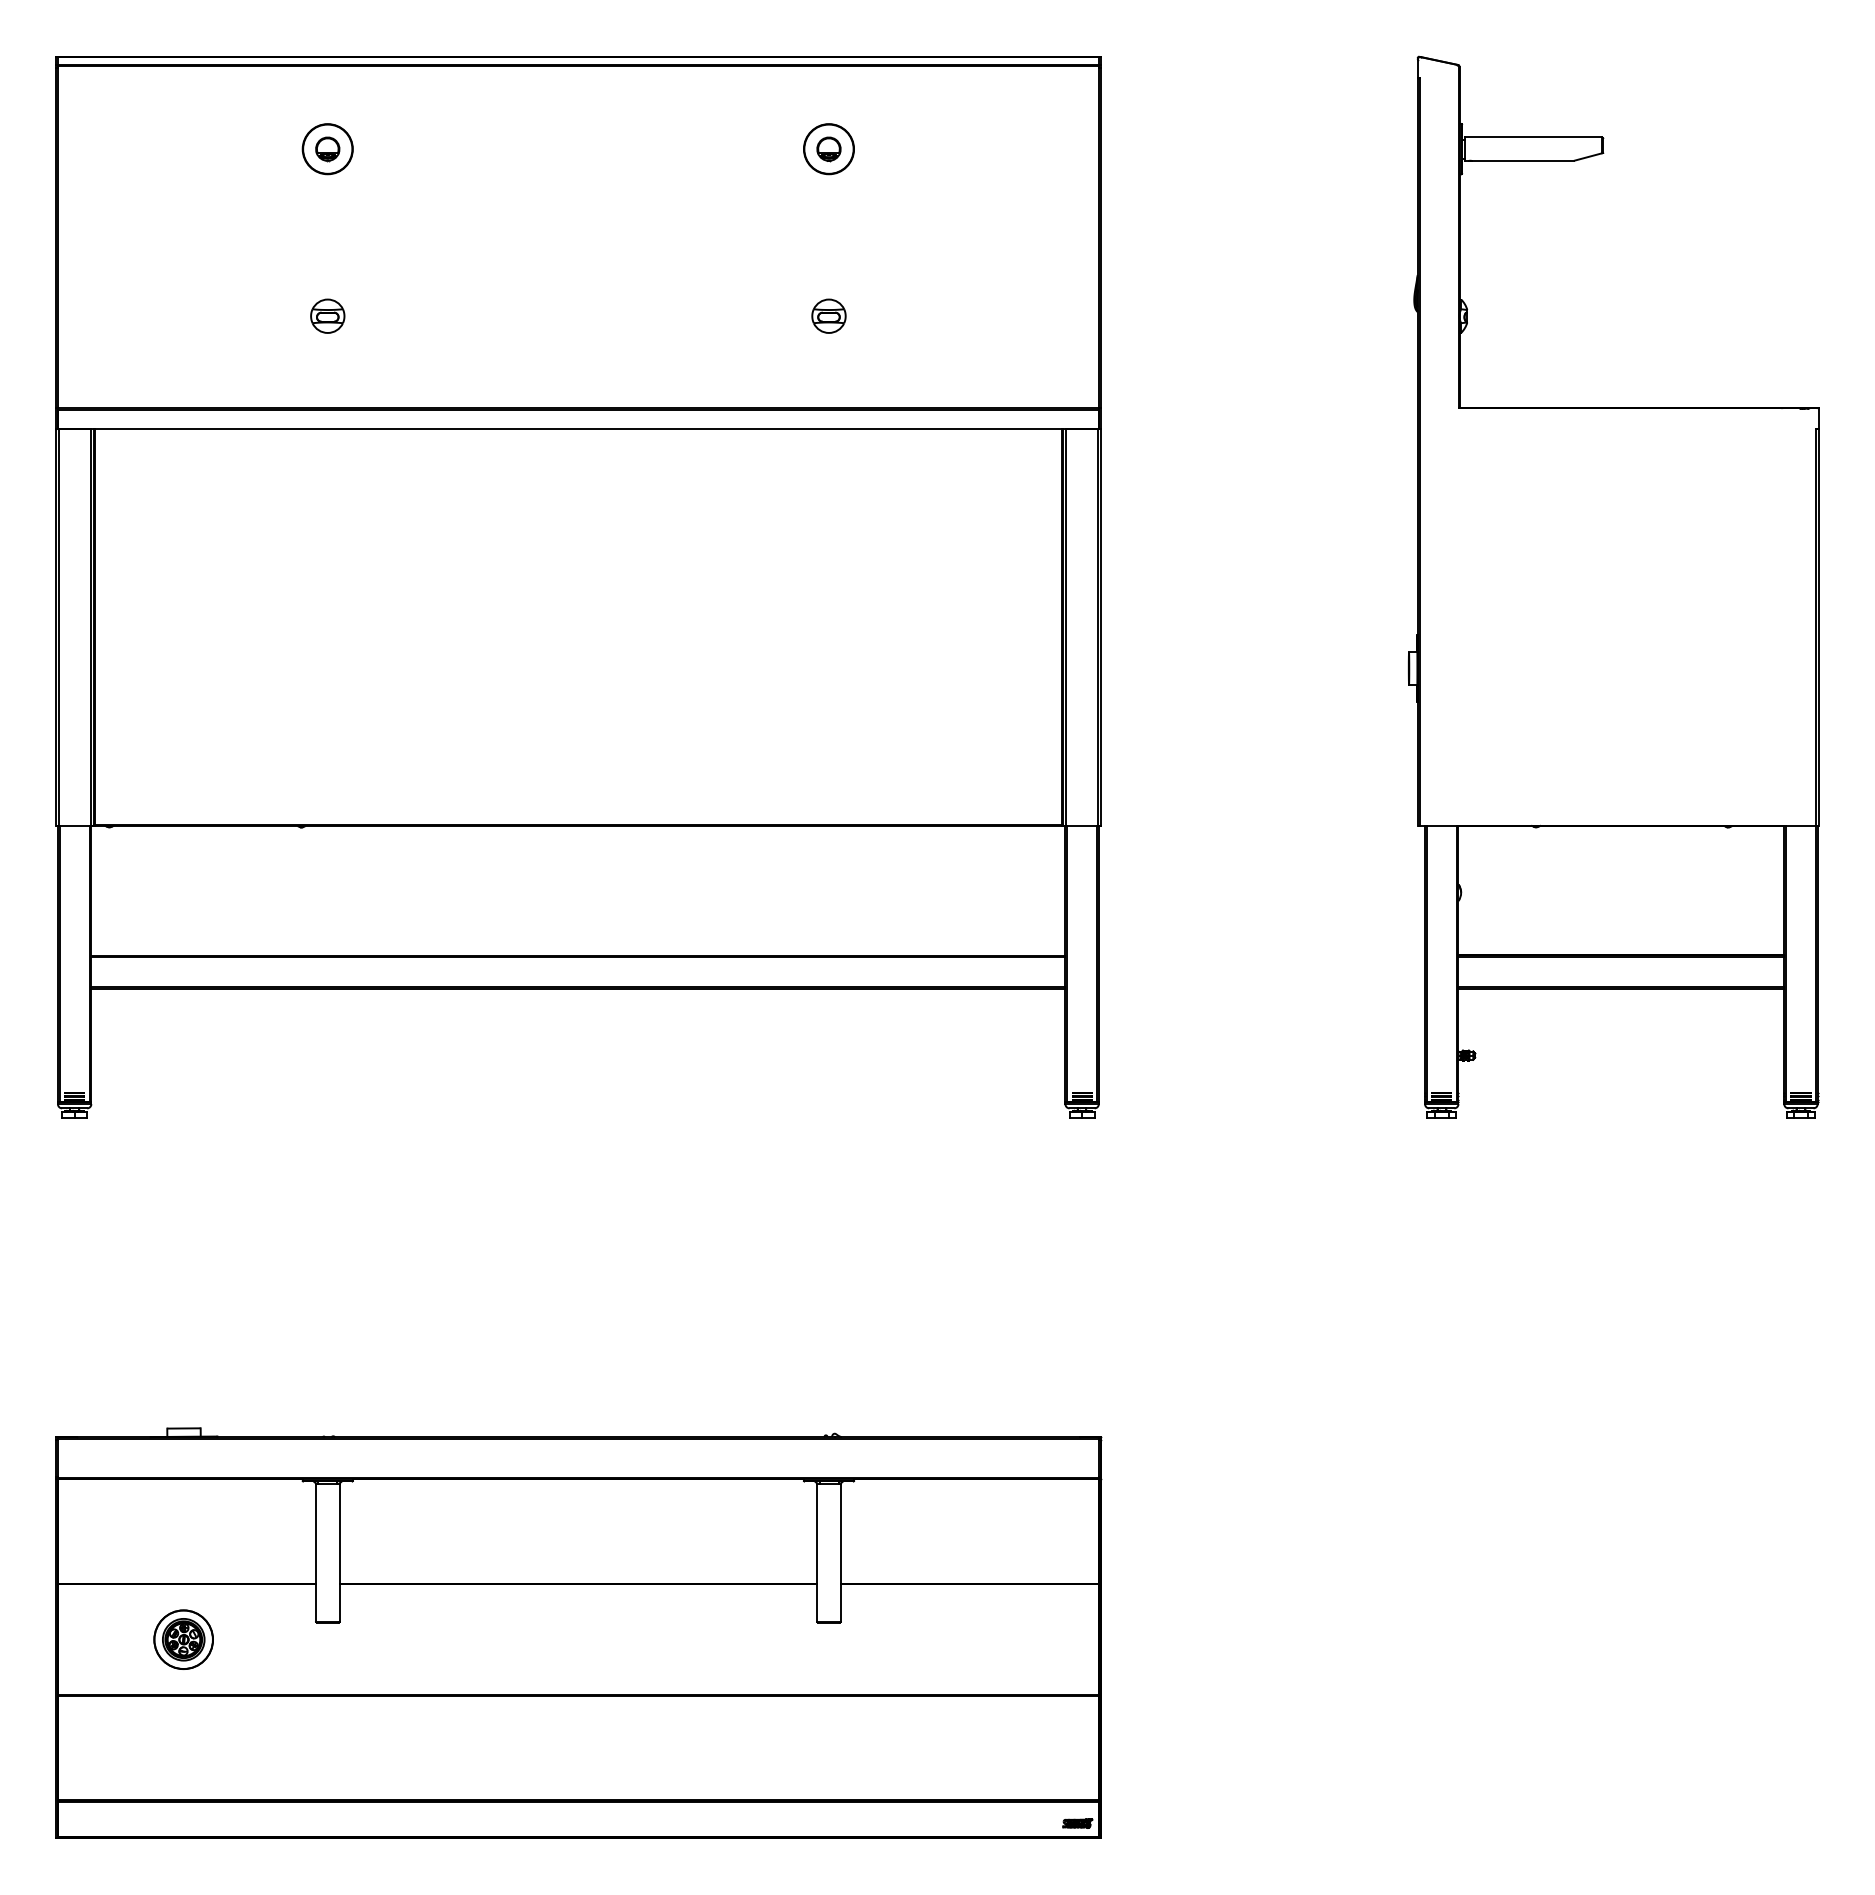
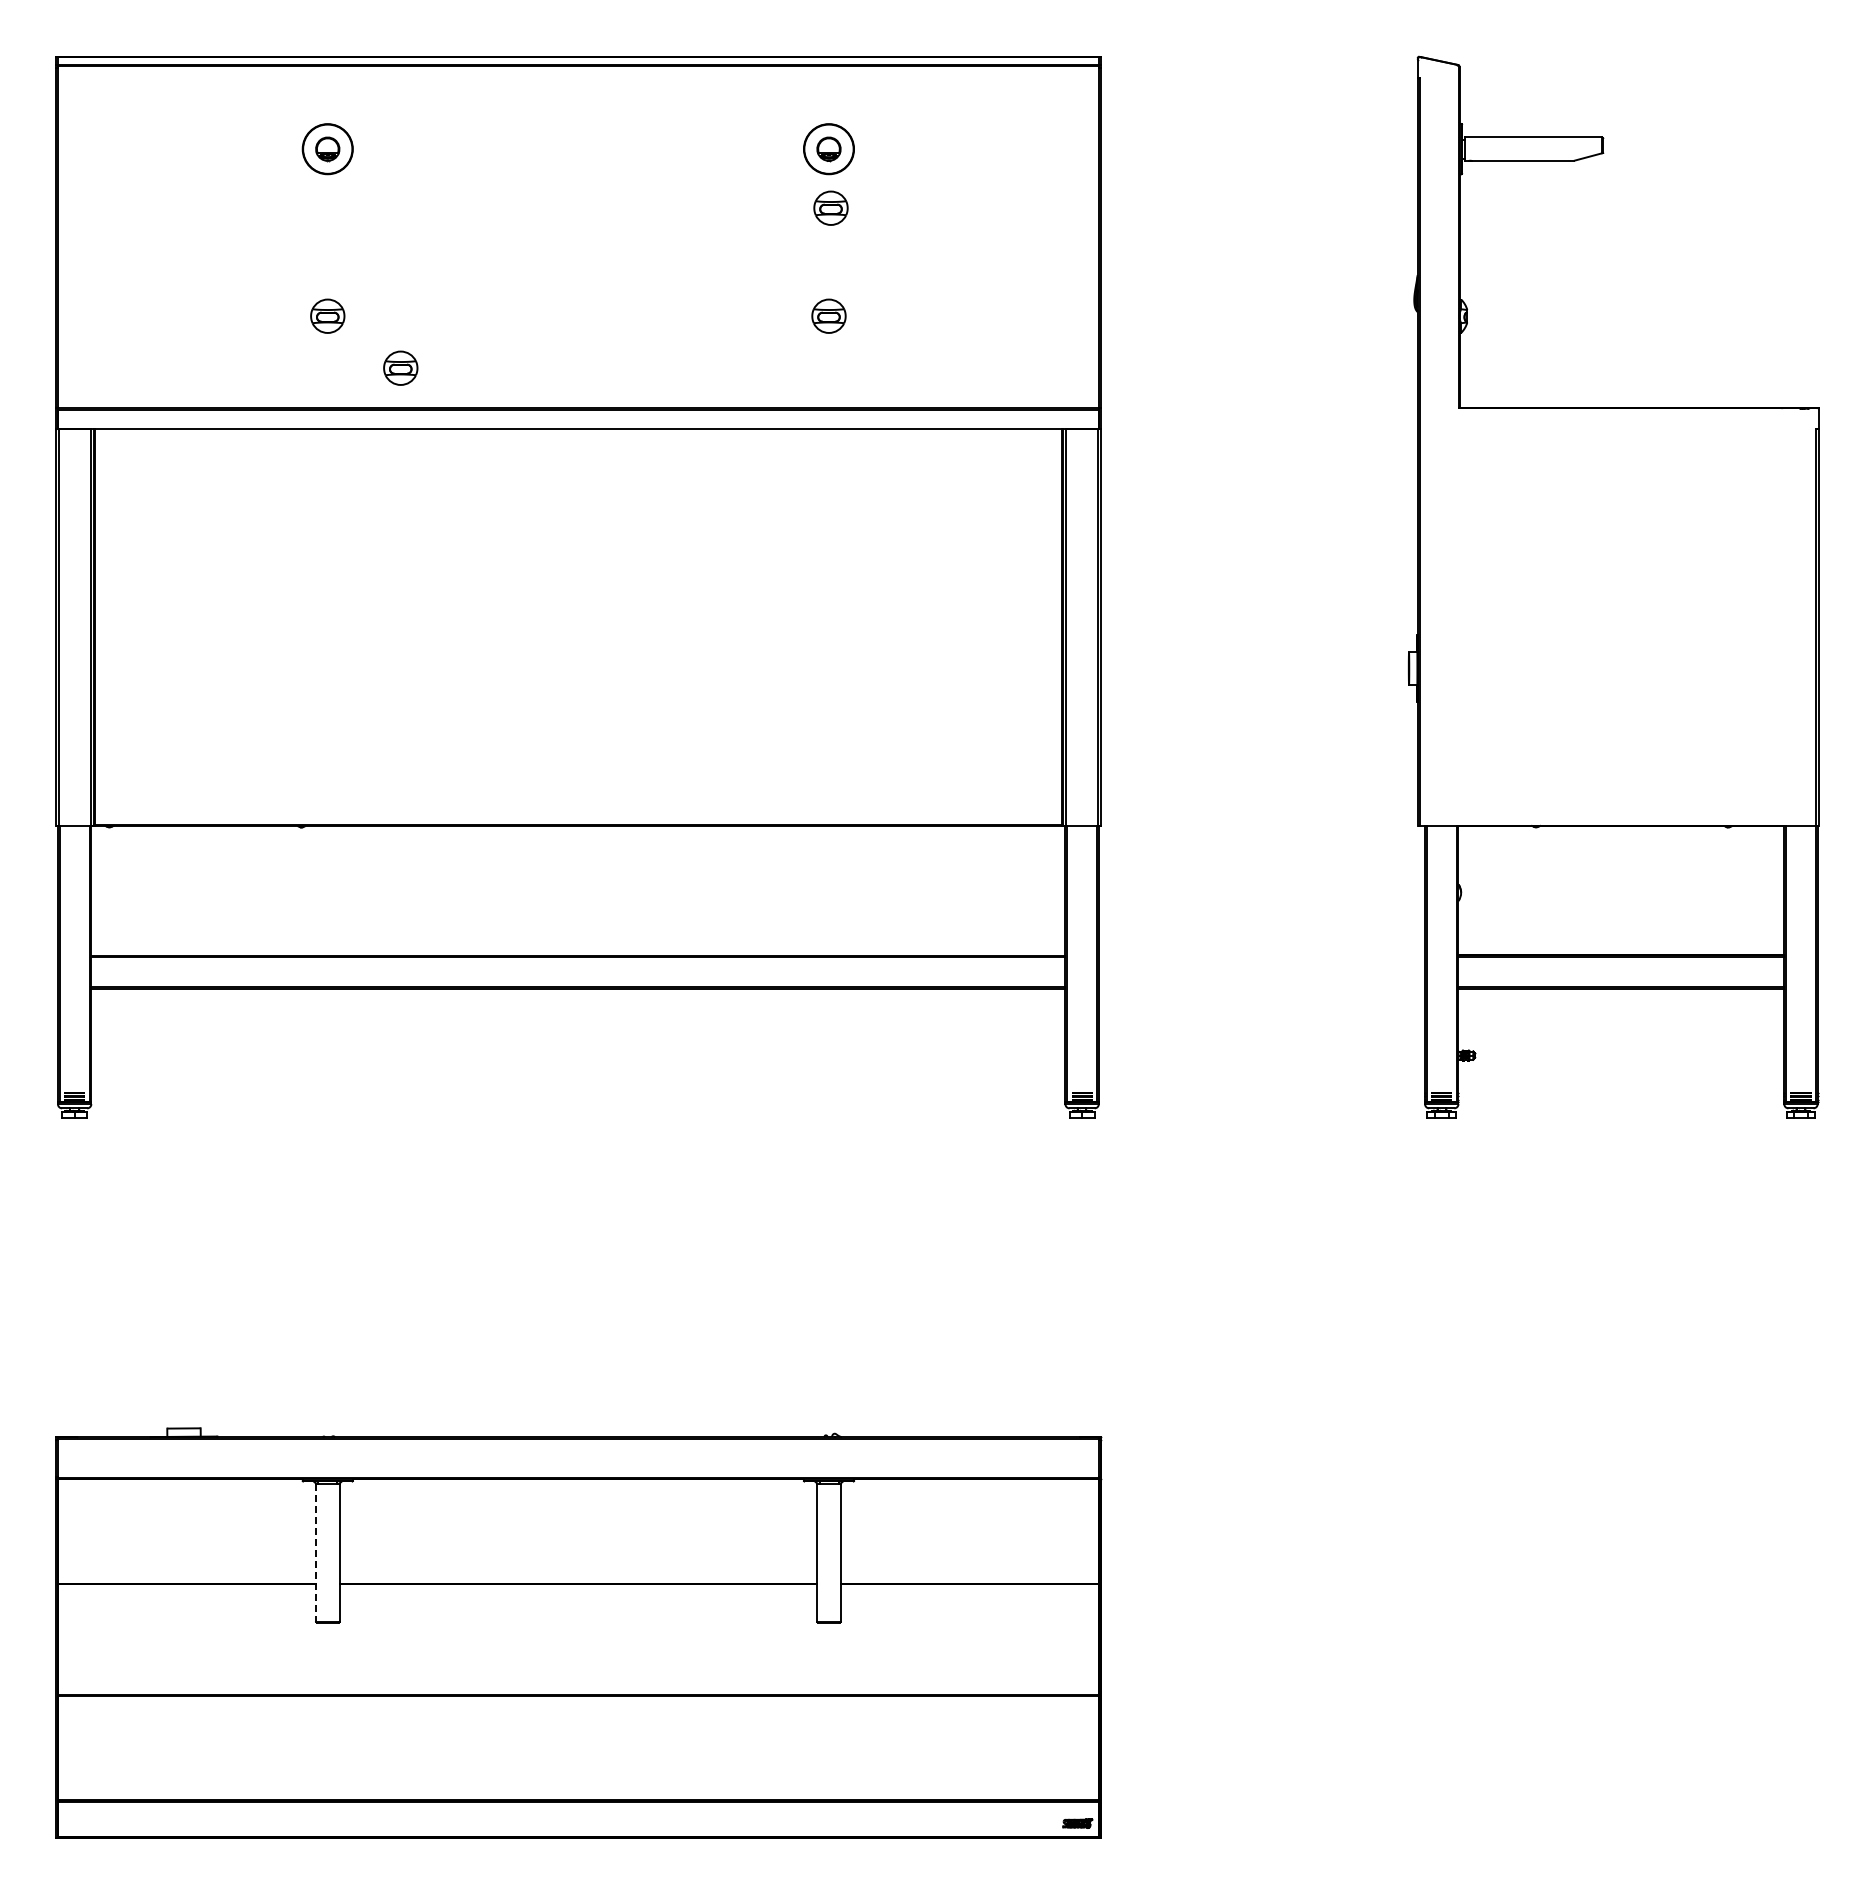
part at (830, 207): none -> present
part at (400, 367): none -> present
line at (316, 1552): solid -> dashed
part at (183, 1639): present -> none
